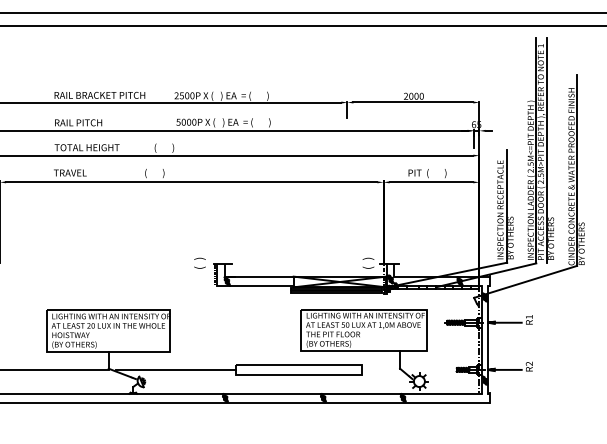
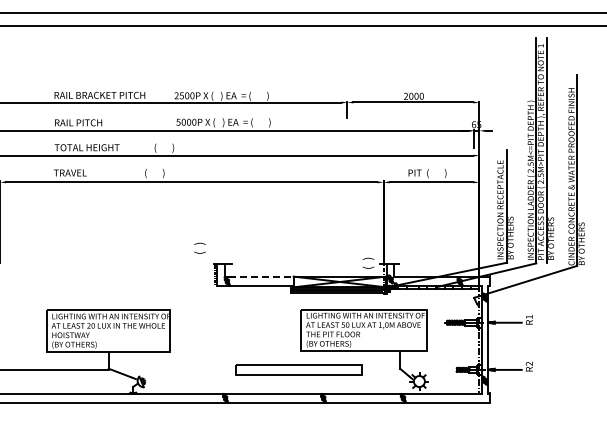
text at (199, 262) position: (199, 262) -> (199, 247)
line at (261, 276): solid -> dashed
line at (176, 369): present -> none
